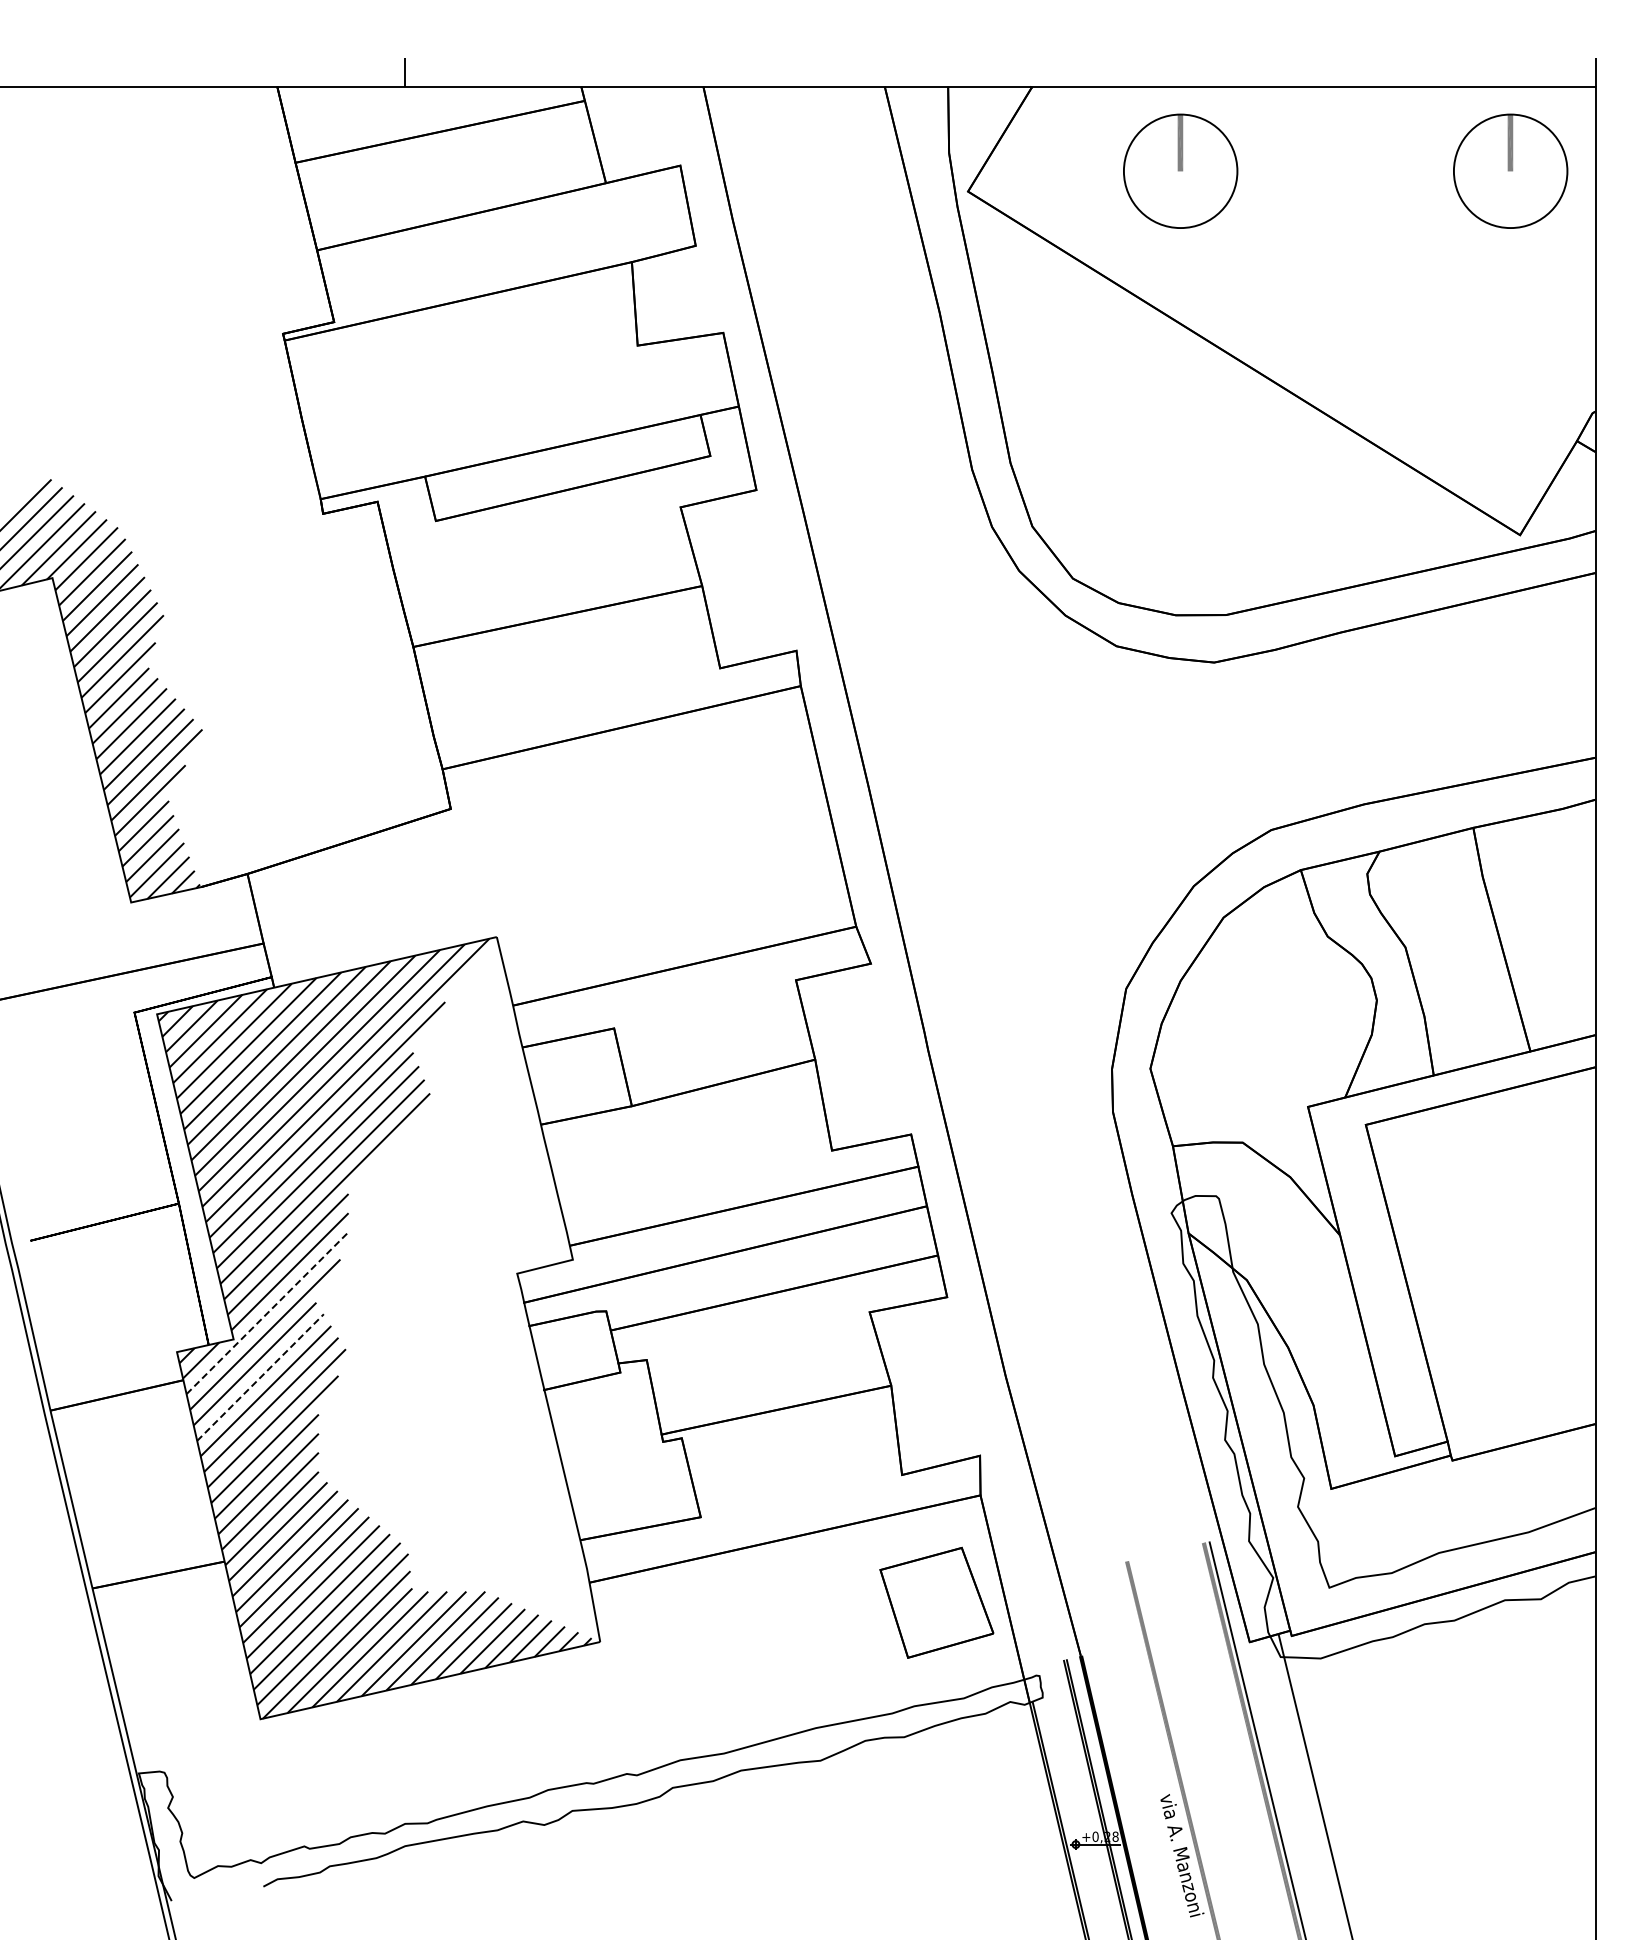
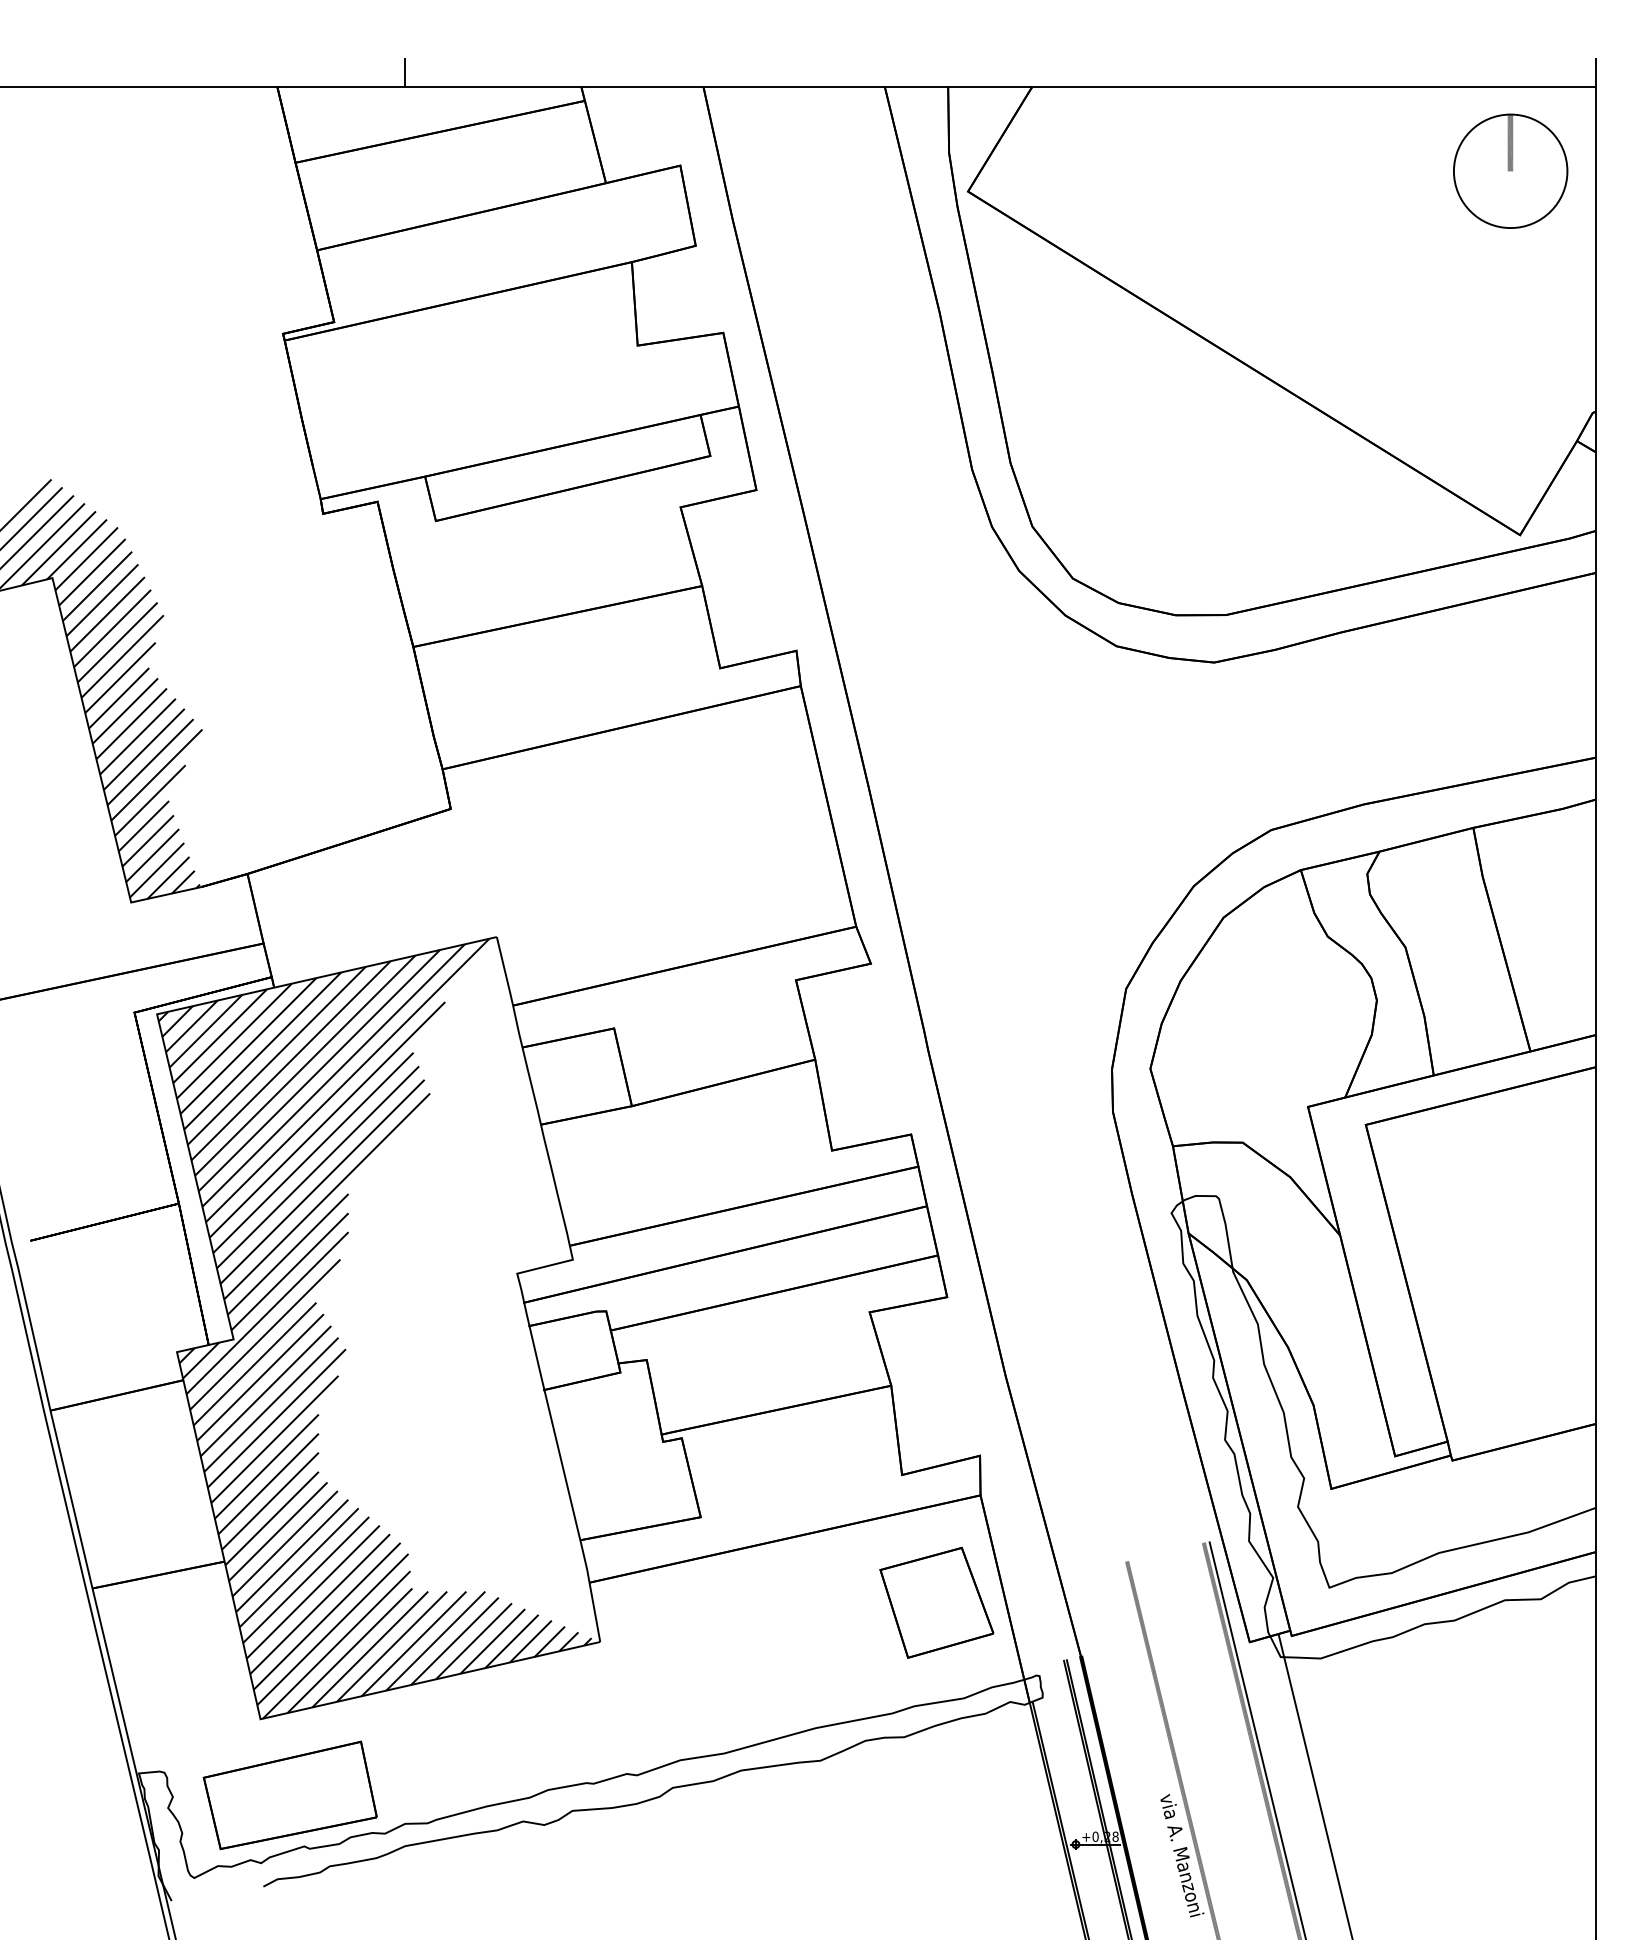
part at (1180, 170): present -> none
line at (267, 1313): dashed -> solid
line at (260, 1377): dashed -> solid
part at (289, 1795): none -> present
